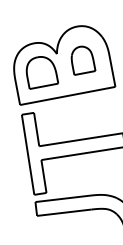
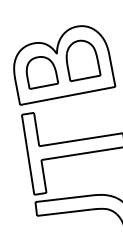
part at (83, 60) size: 27x31 px -> 37x43 px
